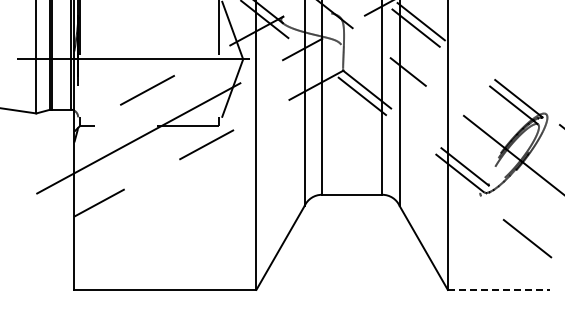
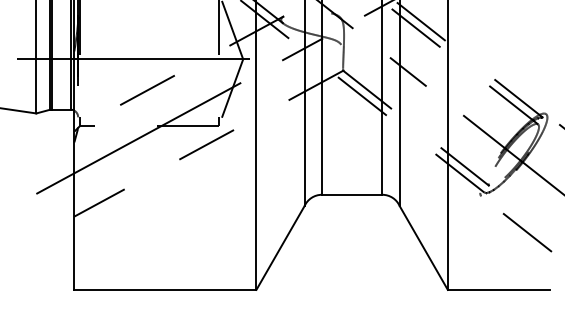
line at (527, 238) position: (527, 238) -> (527, 232)
line at (499, 289): dashed -> solid
